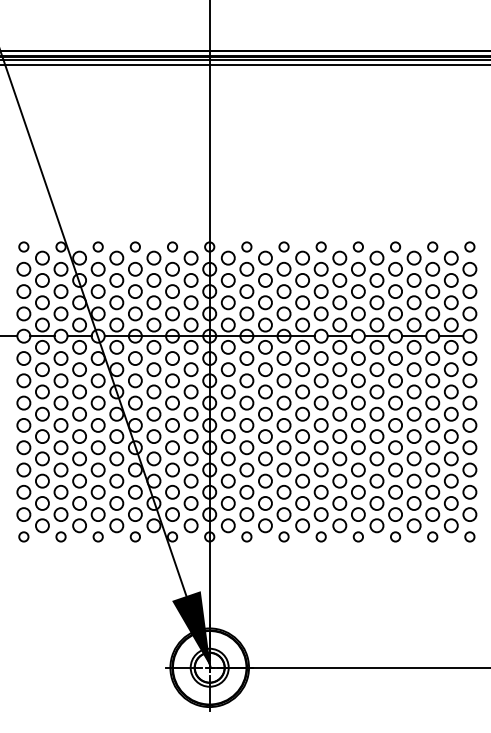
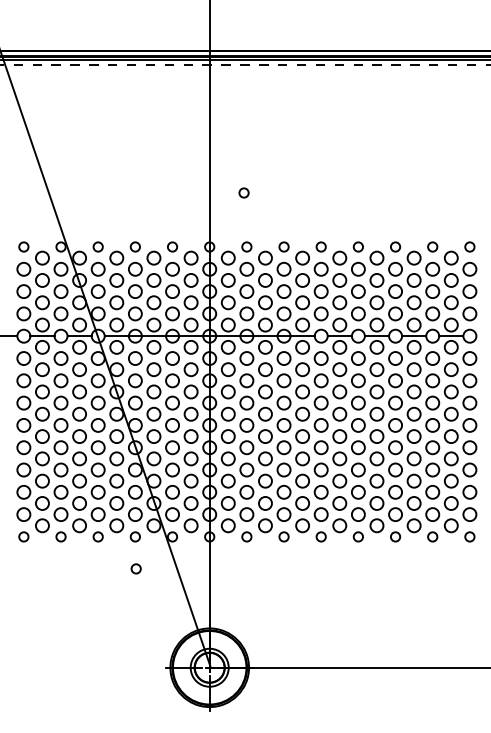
line at (245, 64): solid -> dashed
circle at (243, 192): none -> present
circle at (135, 568): none -> present
fill at (191, 629): present -> none
